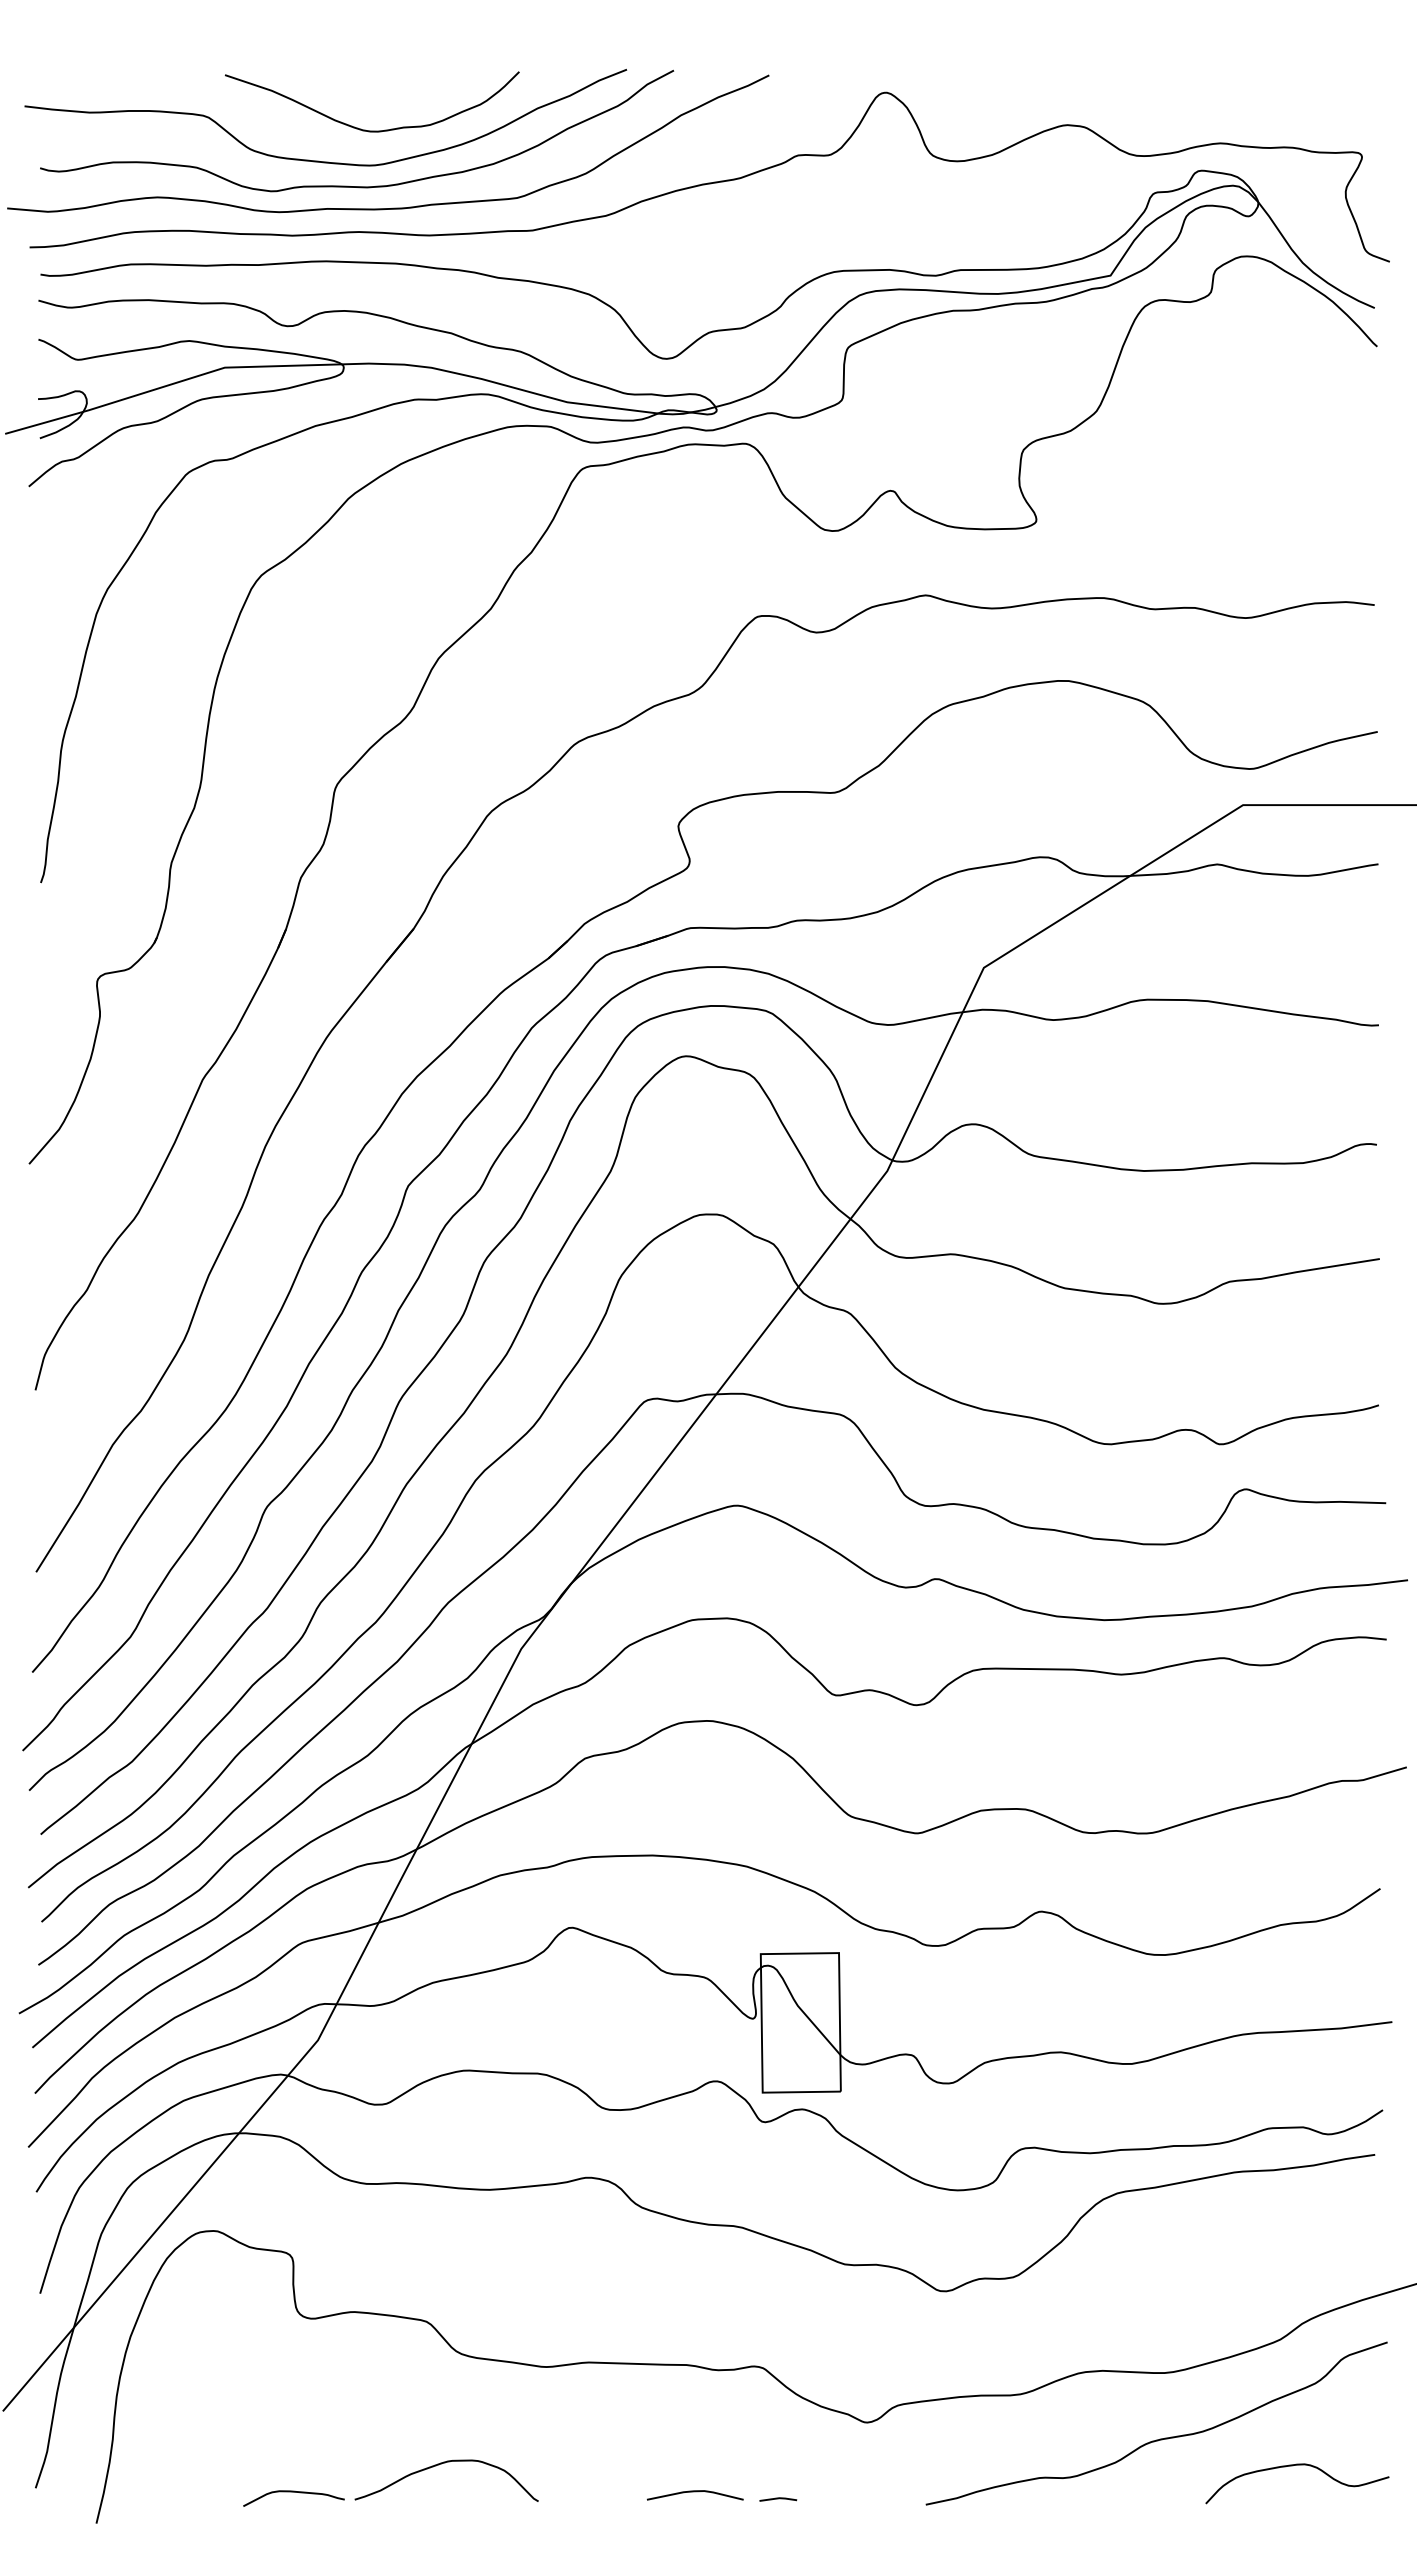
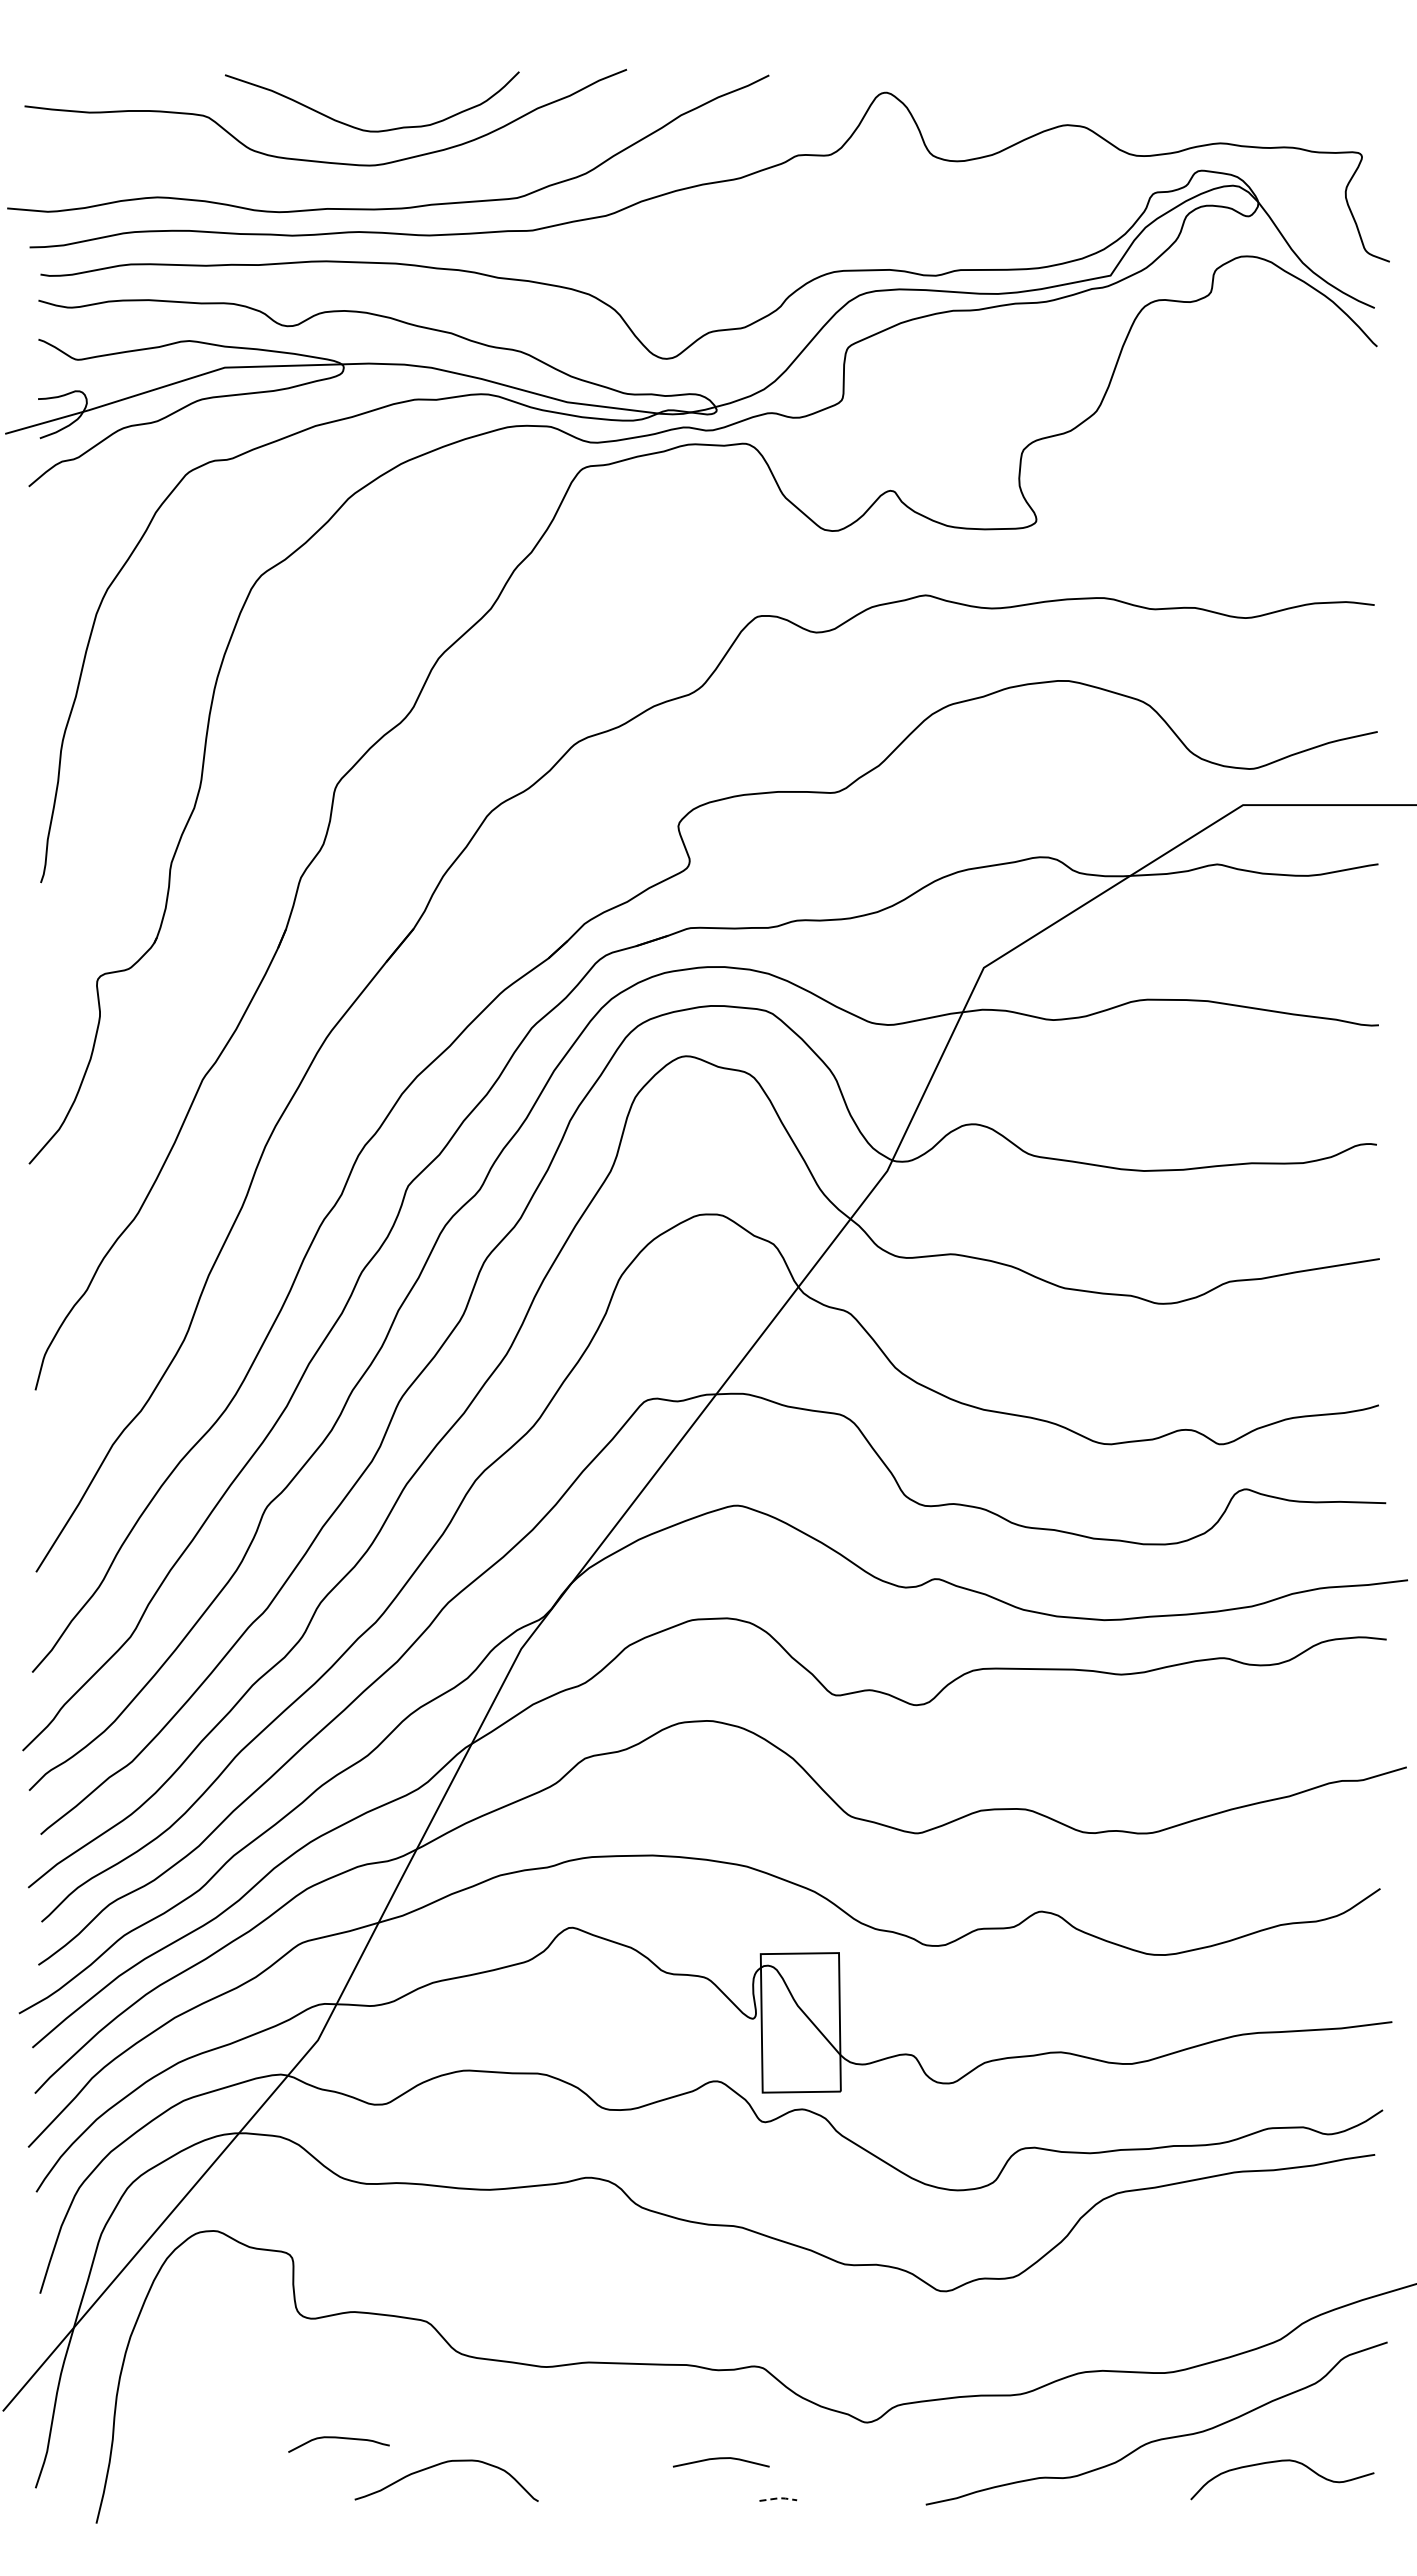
curve at (348, 185): present -> none
curve at (1293, 2466) position: (1293, 2466) -> (1278, 2462)
curve at (293, 2492) position: (293, 2492) -> (338, 2438)
curve at (695, 2492) position: (695, 2492) -> (721, 2459)
line at (779, 2498): solid -> dashed
